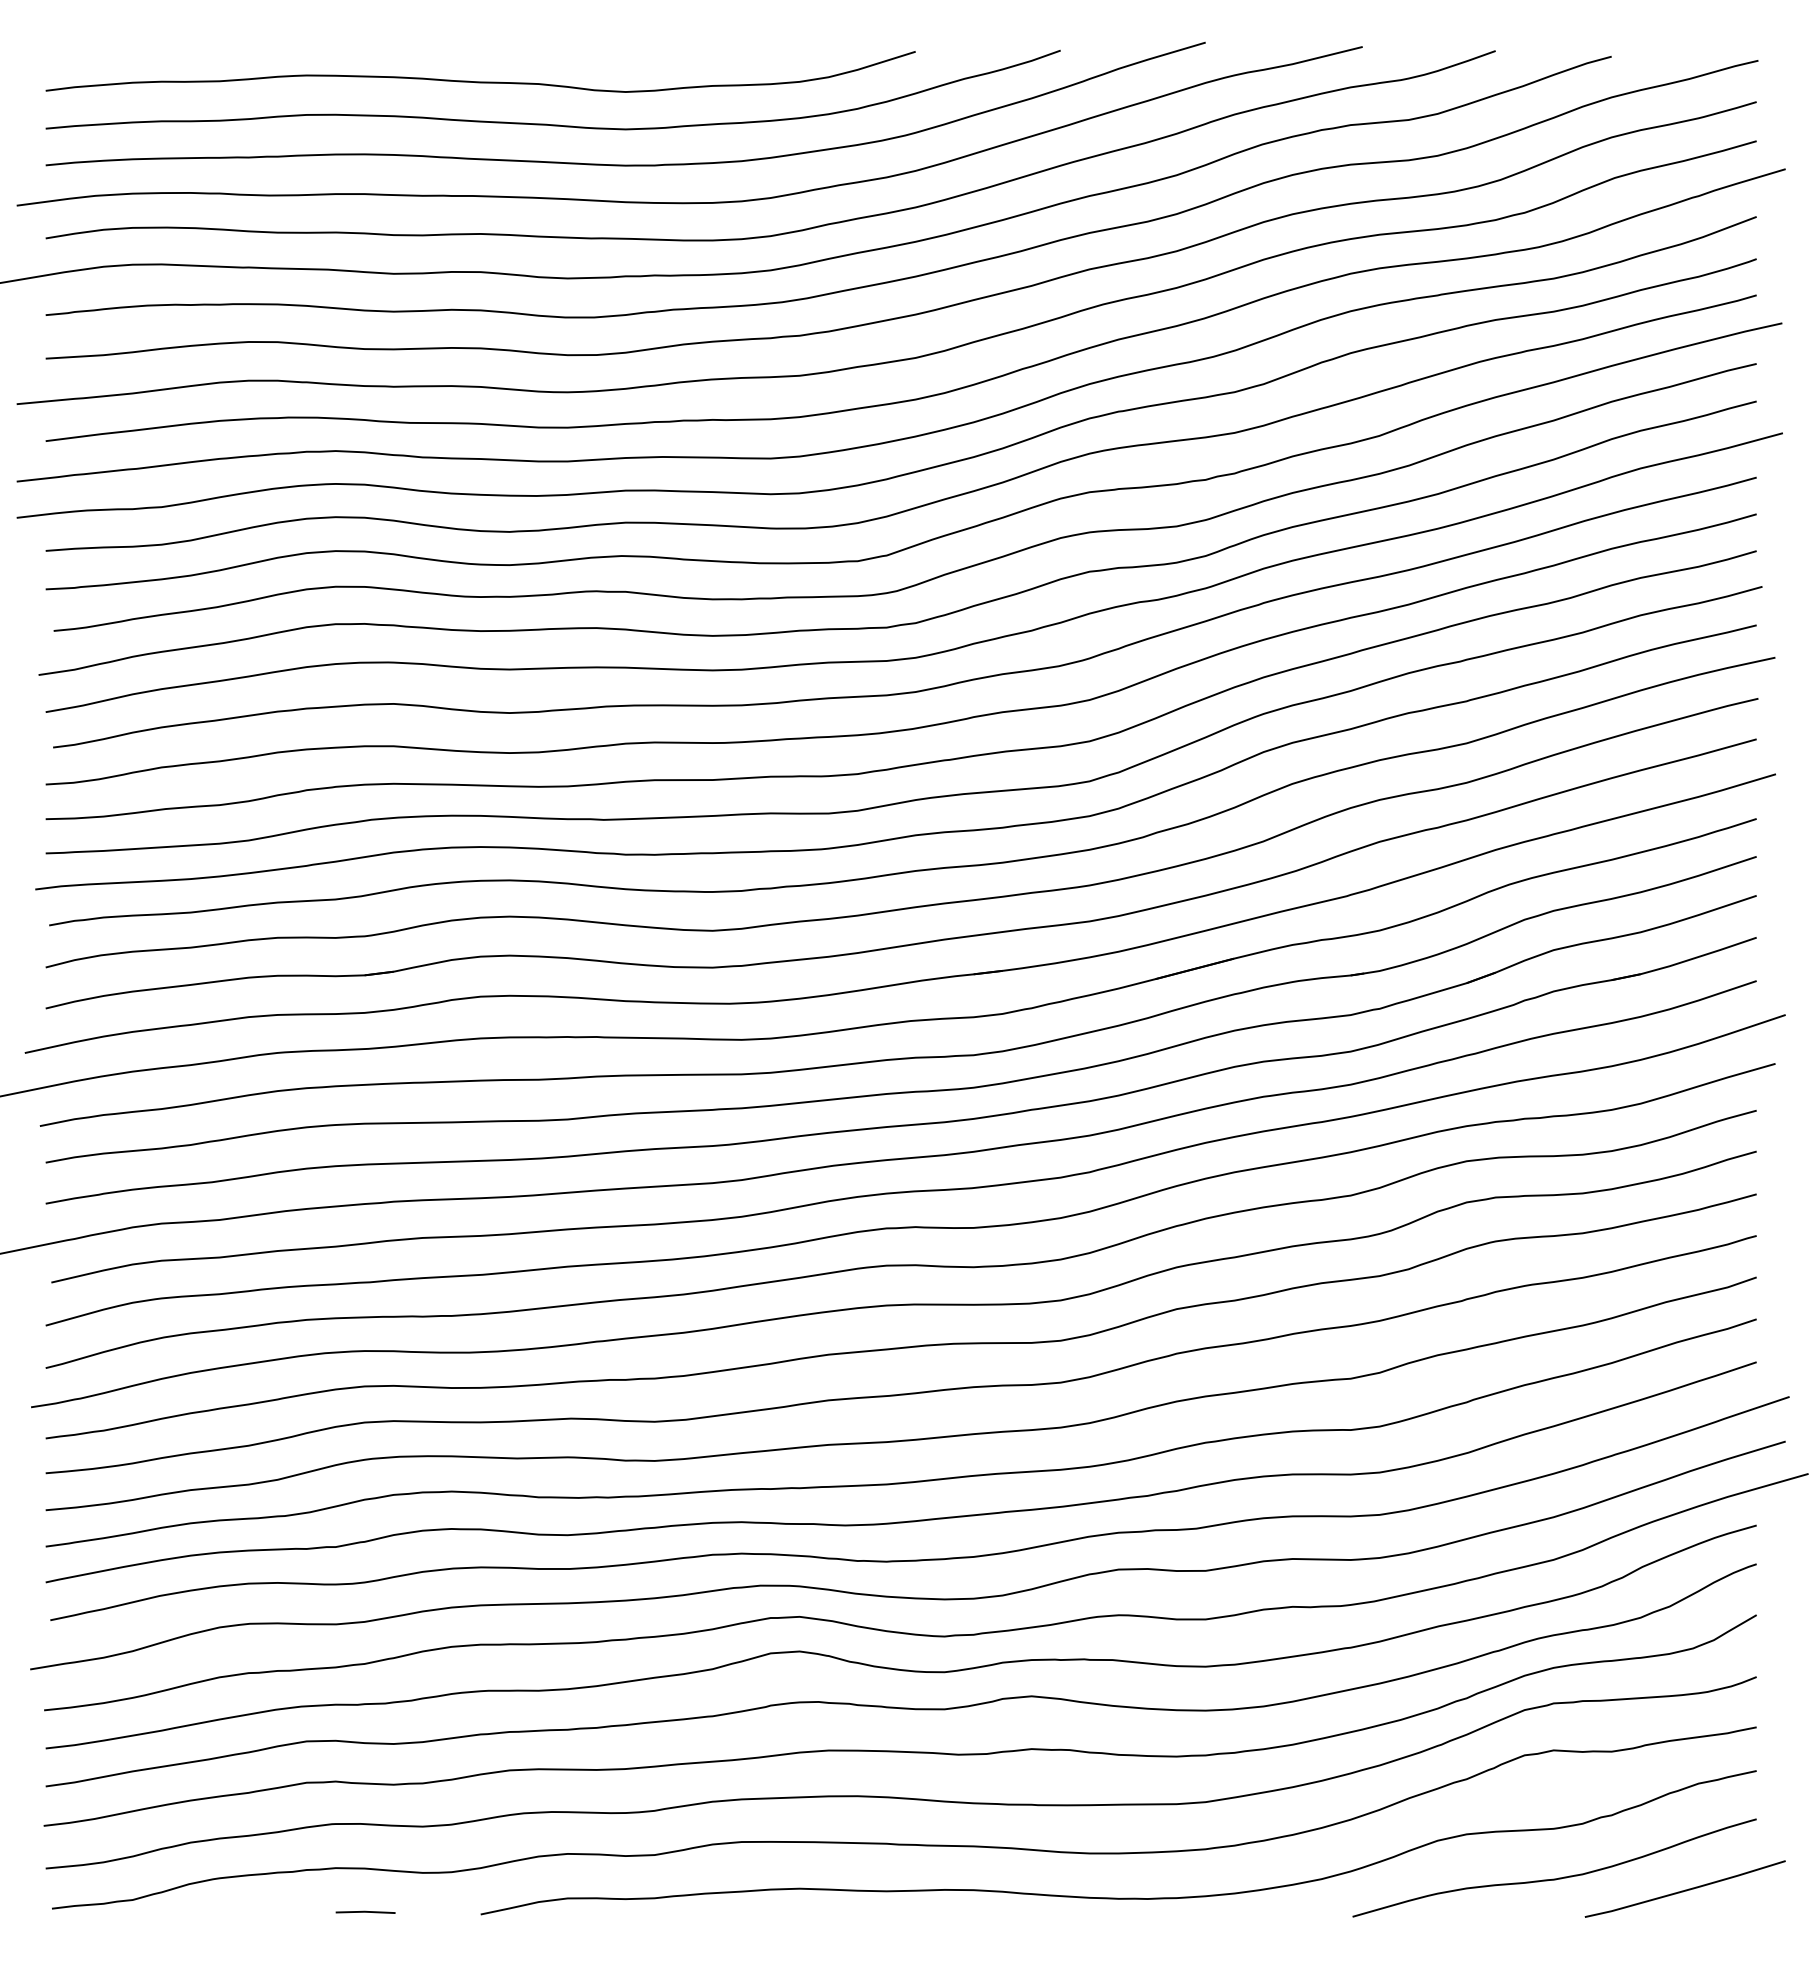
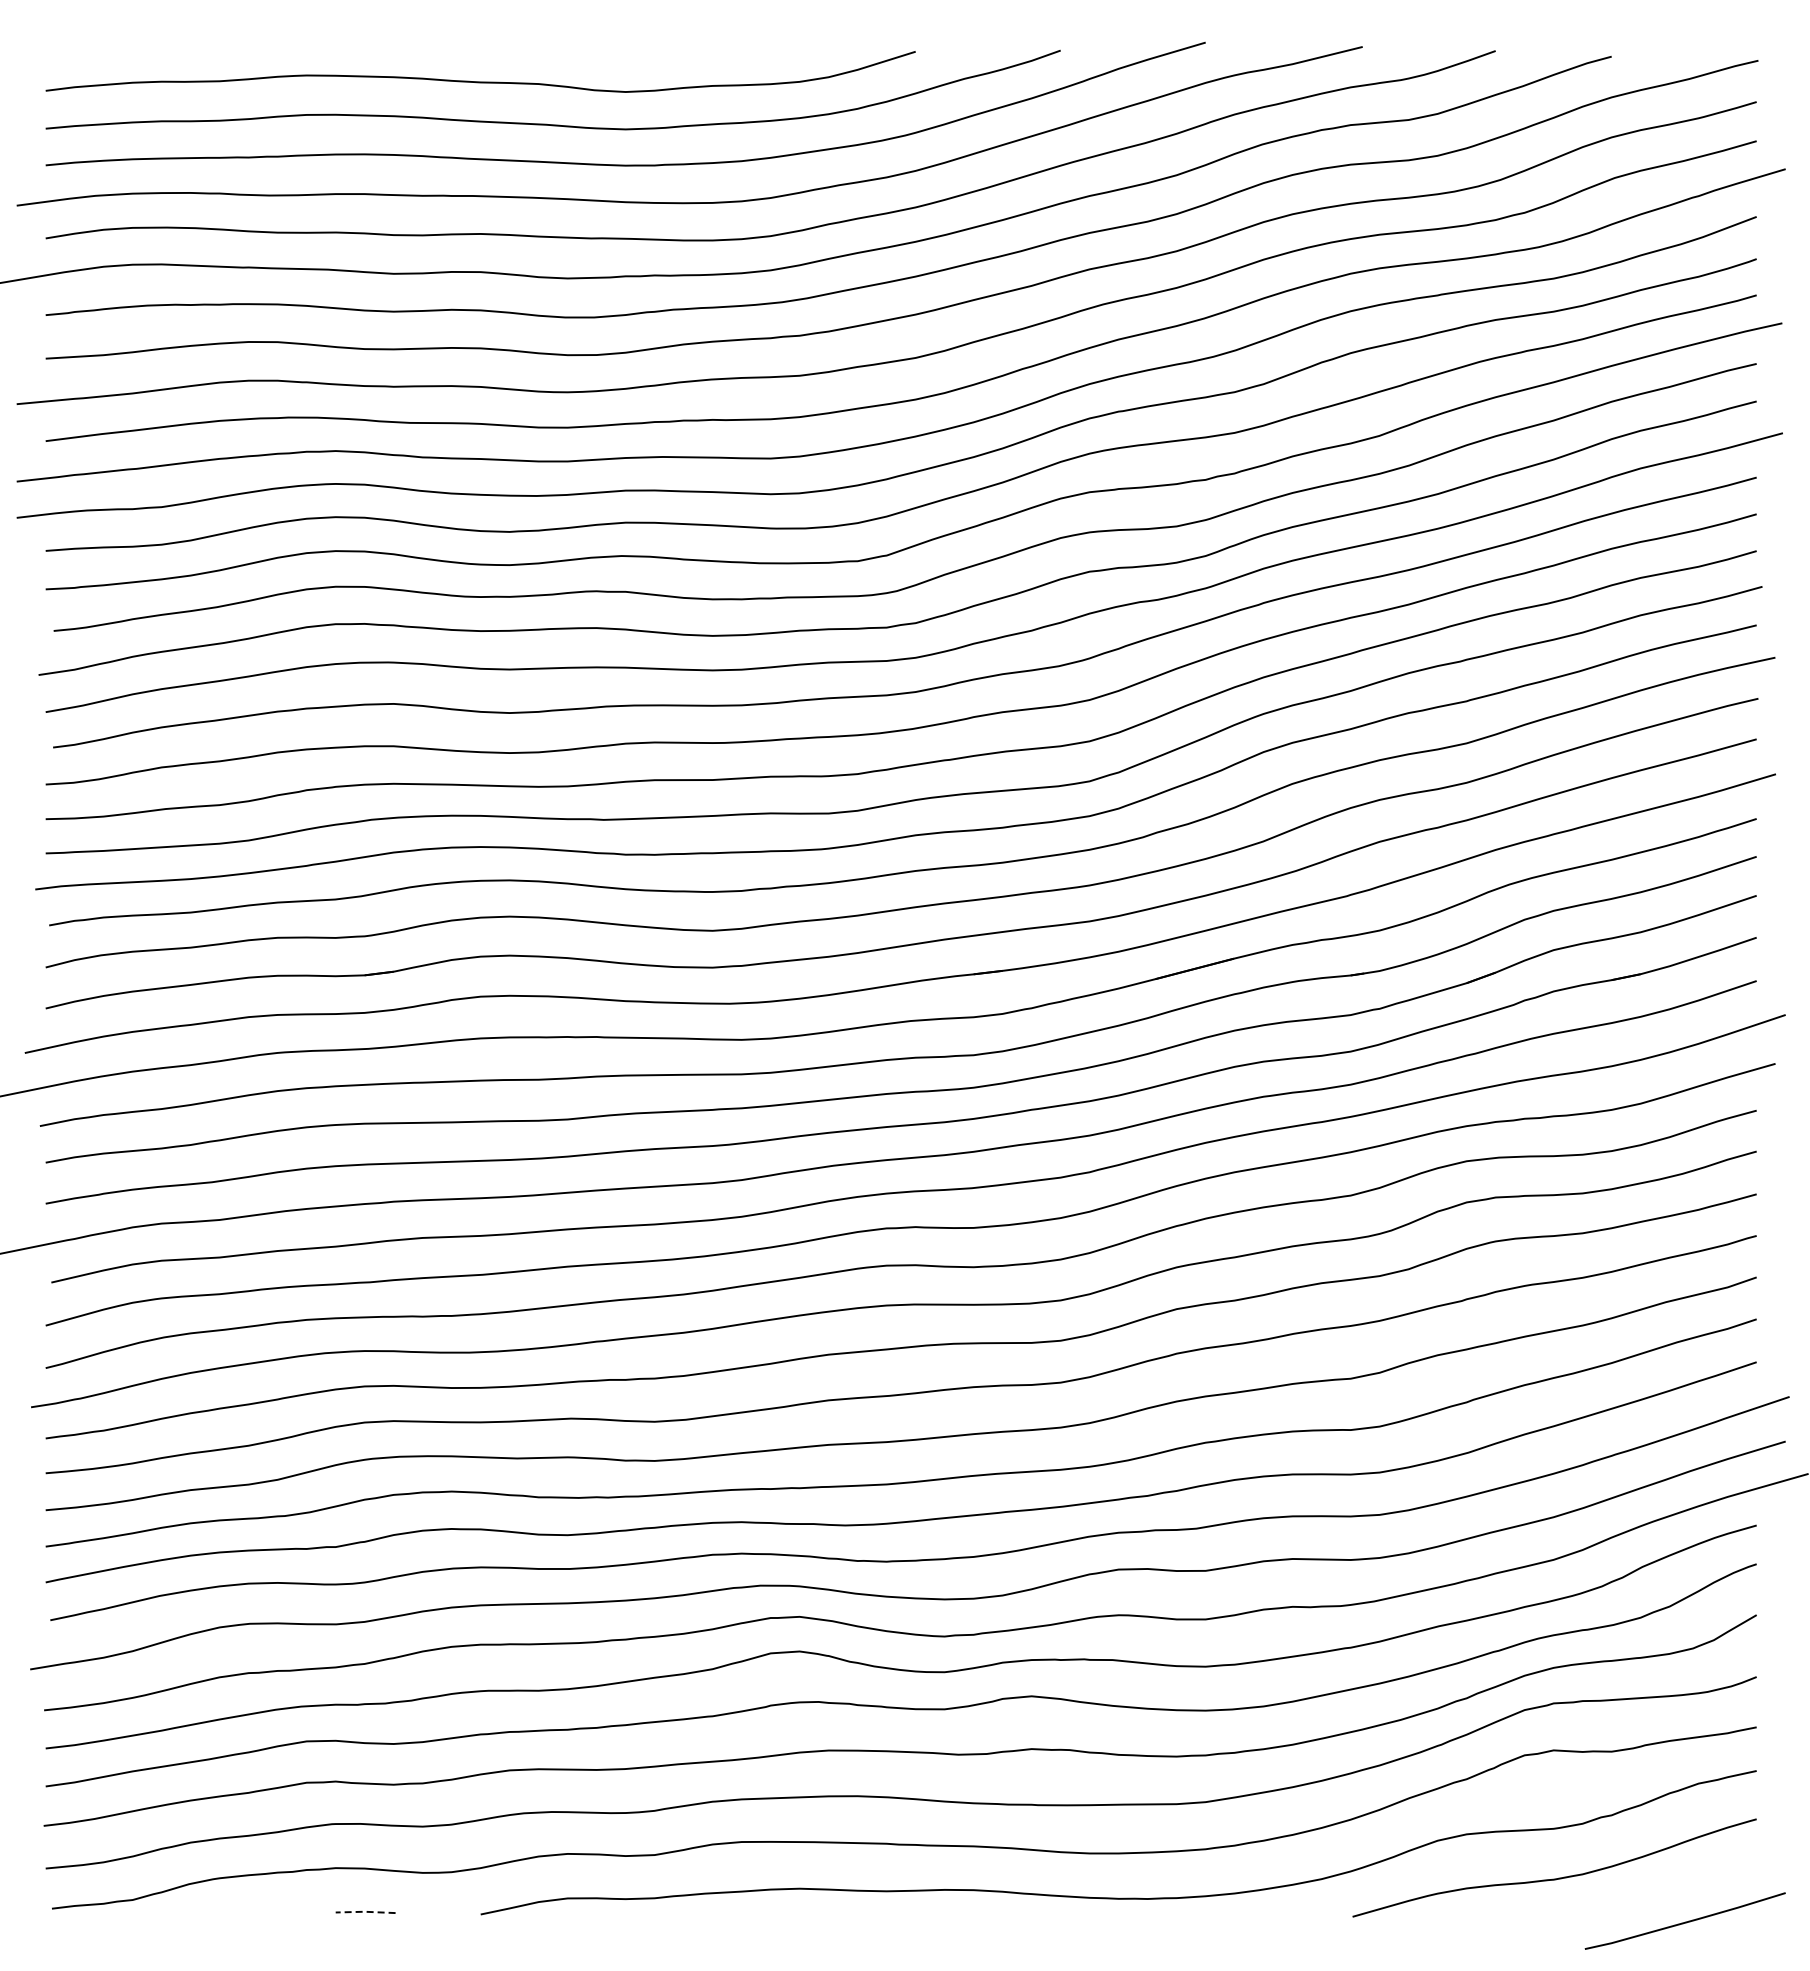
line at (1685, 1889) position: (1685, 1889) -> (1685, 1921)
line at (364, 1911): solid -> dashed
